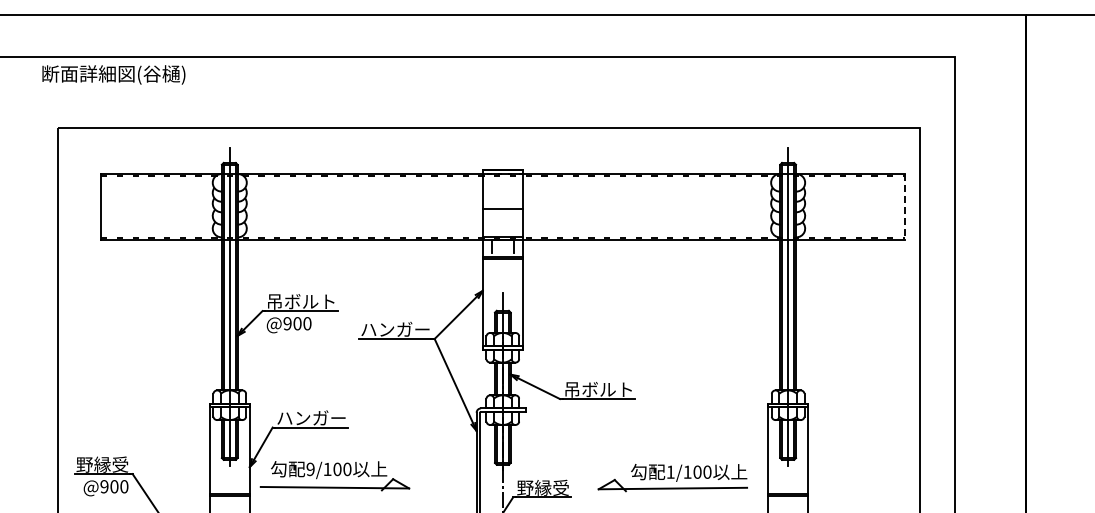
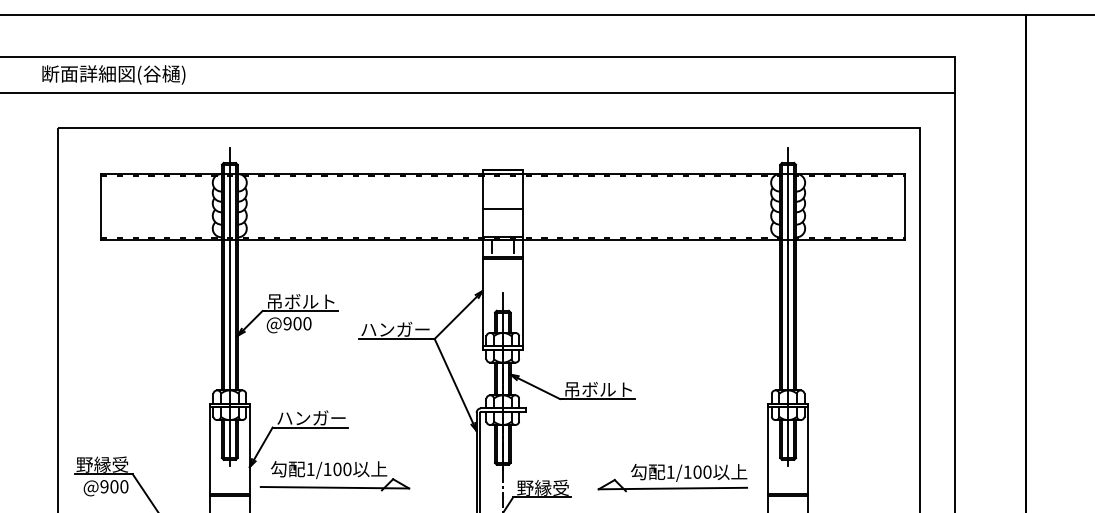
line at (478, 93): none -> present
line at (904, 207): dashed -> solid
text at (310, 469): 9/100 -> 1/100
